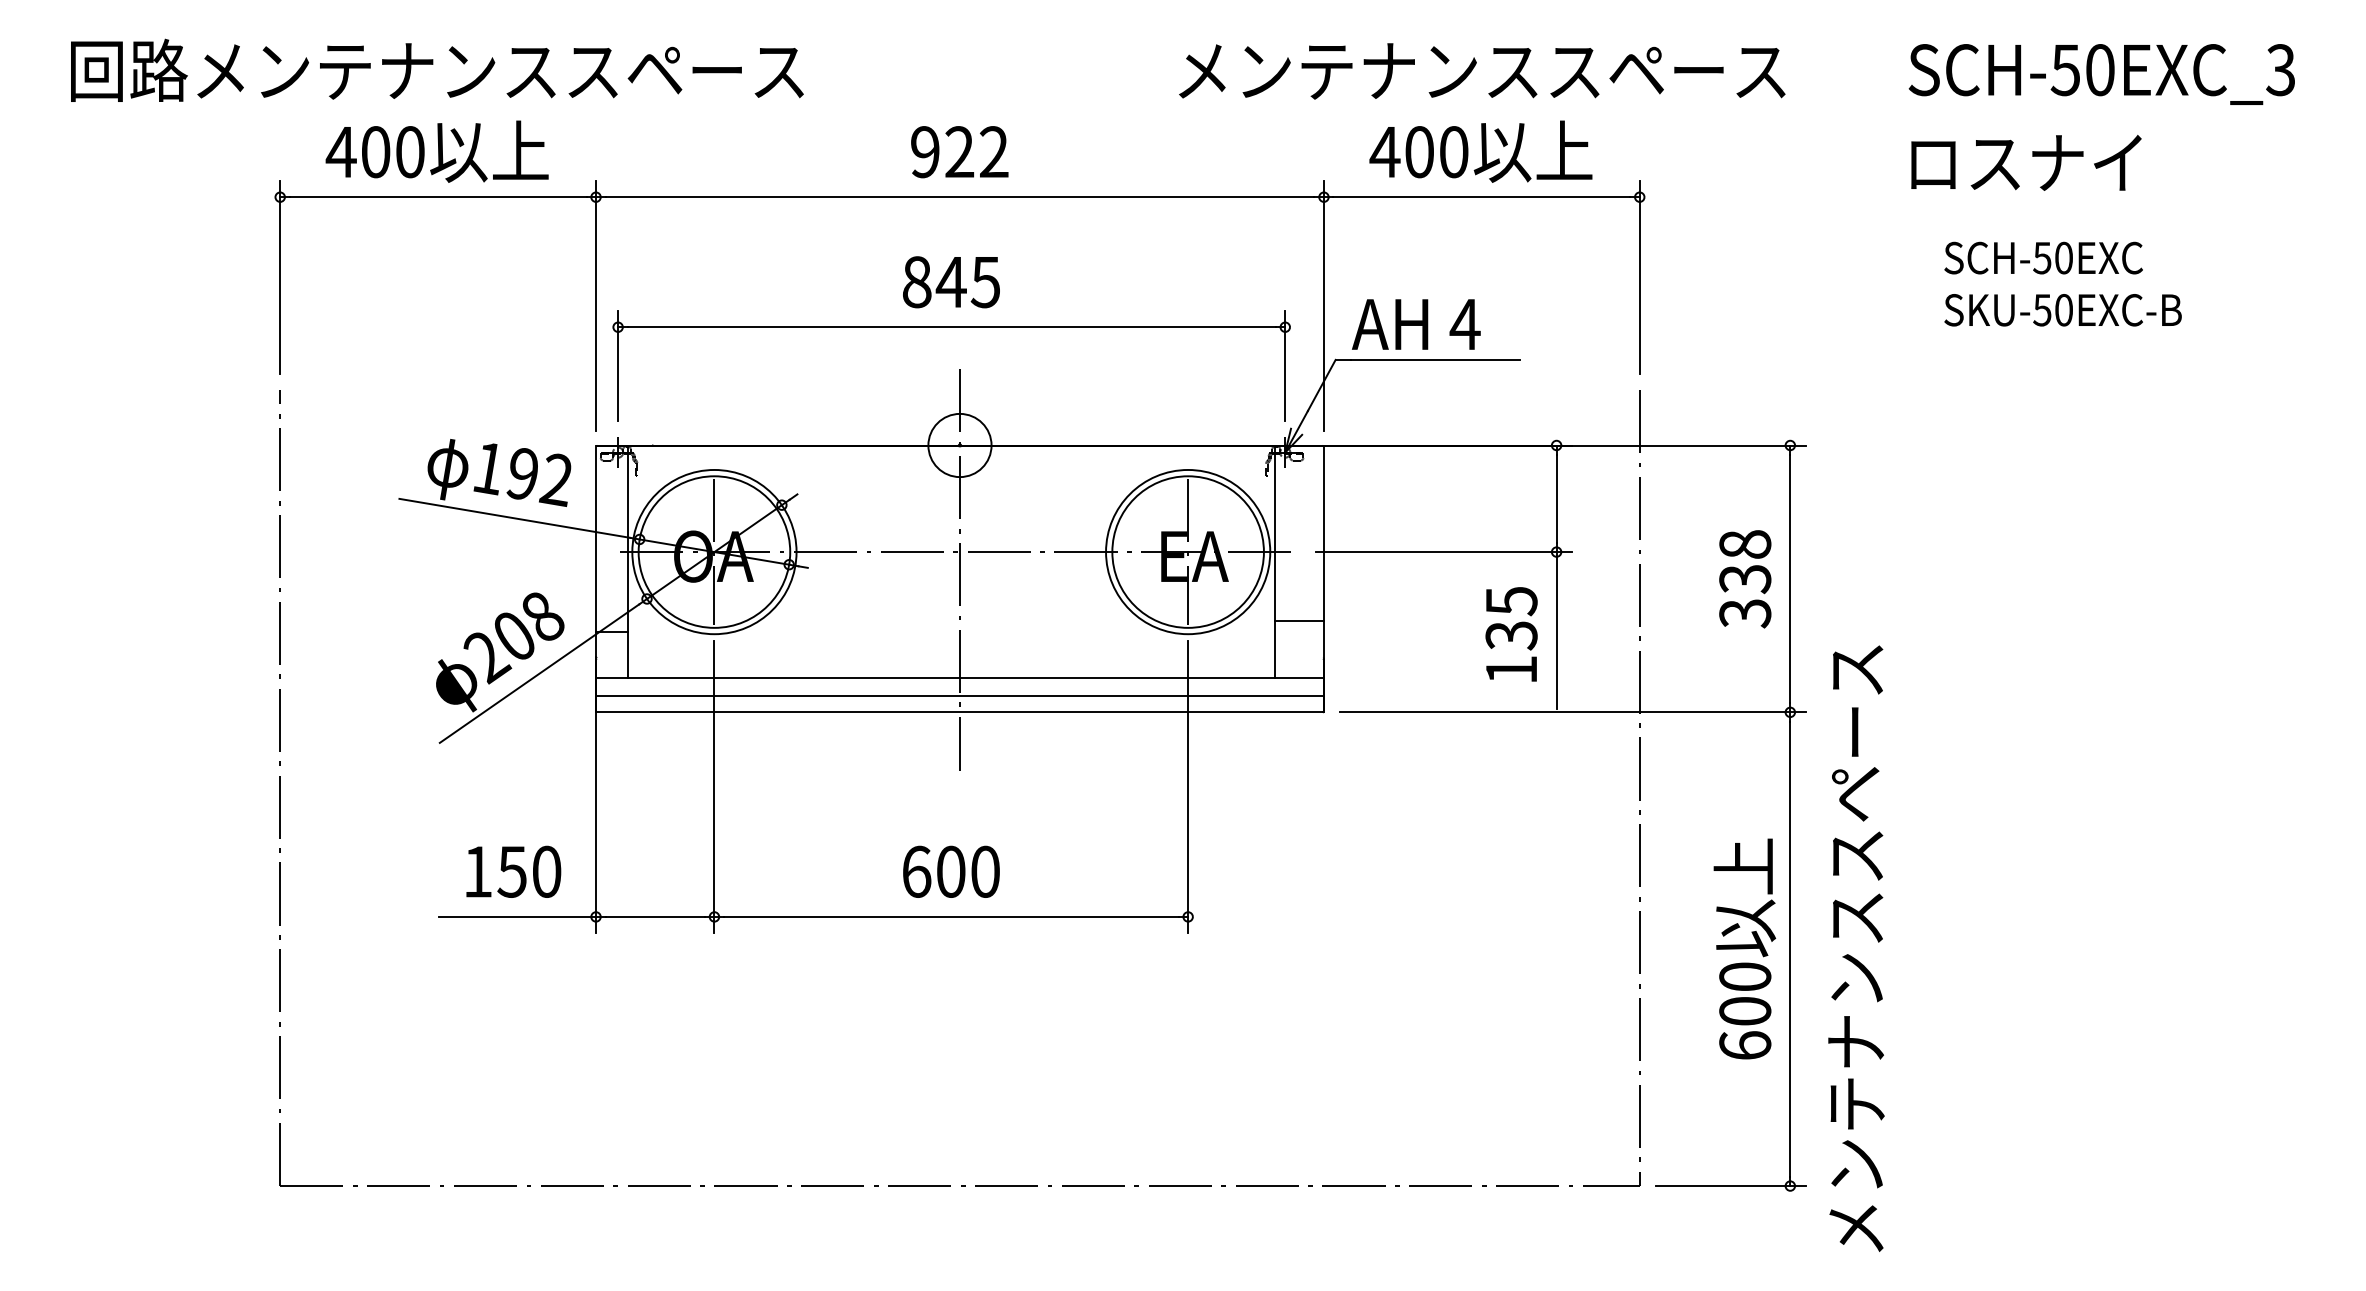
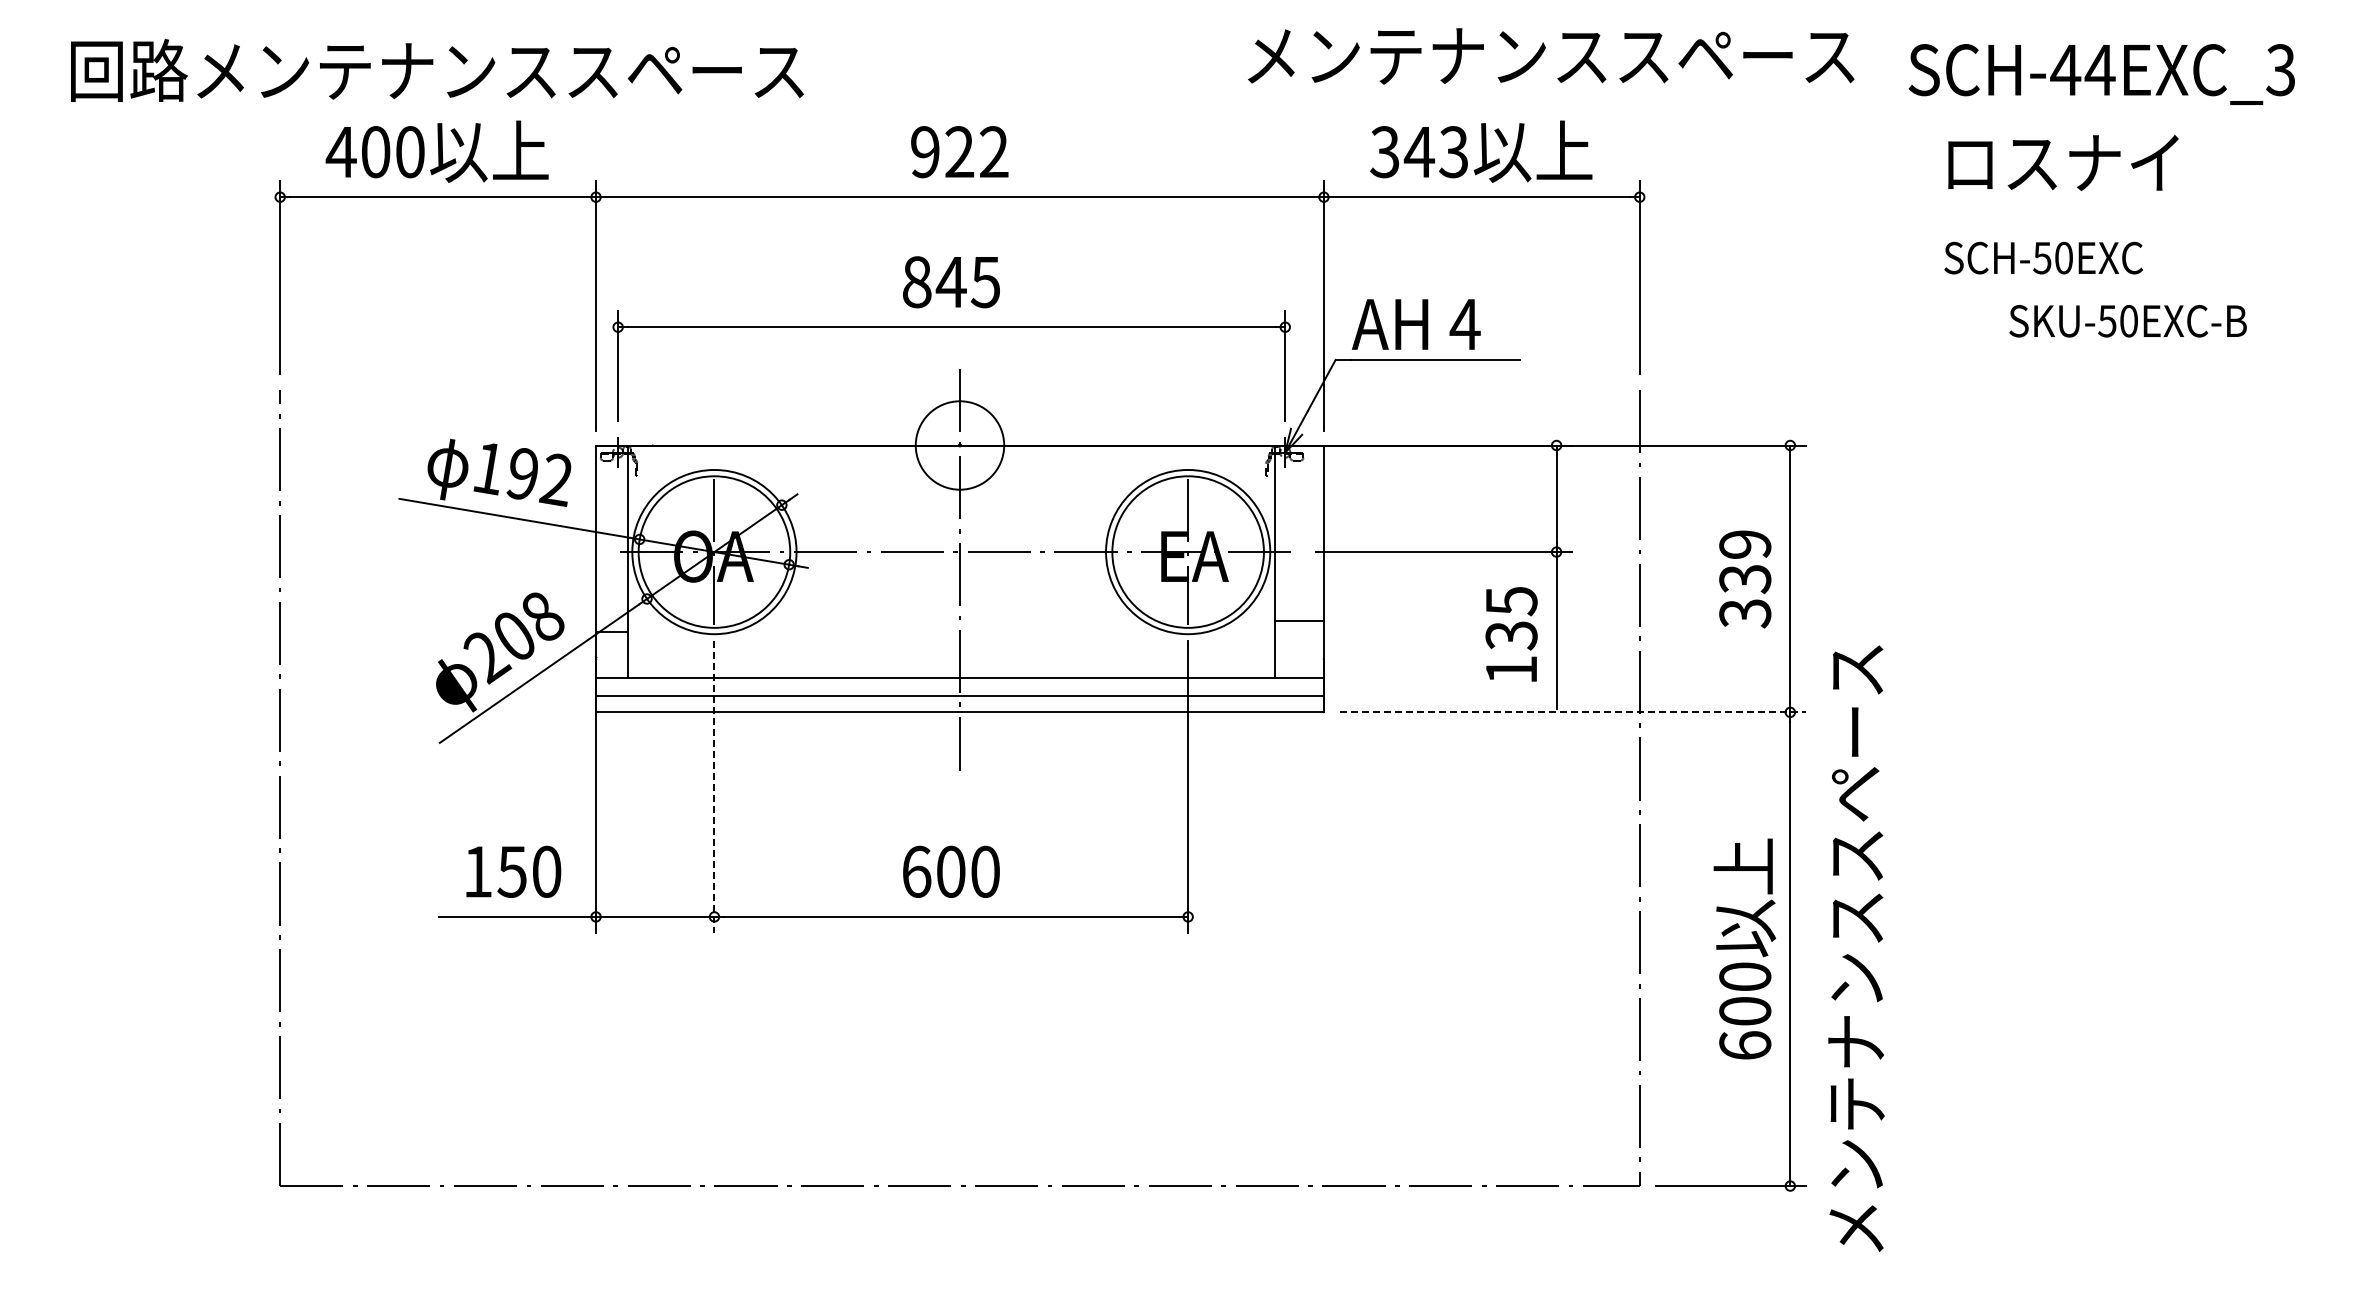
text at (2082, 70): SCH-50EXC_3 -> SCH-44EXC_3
text at (1482, 71) position: (1482, 71) -> (1551, 56)
text at (1418, 152): 400 -> 343
text at (2026, 162) position: (2026, 162) -> (2063, 162)
text at (2062, 310) position: (2062, 310) -> (2127, 321)
circle at (959, 445) diameter: 63 px -> 88 px
text at (1745, 544): 338 -> 339
line at (1573, 712): solid -> dashed
line at (714, 786): solid -> dashed
